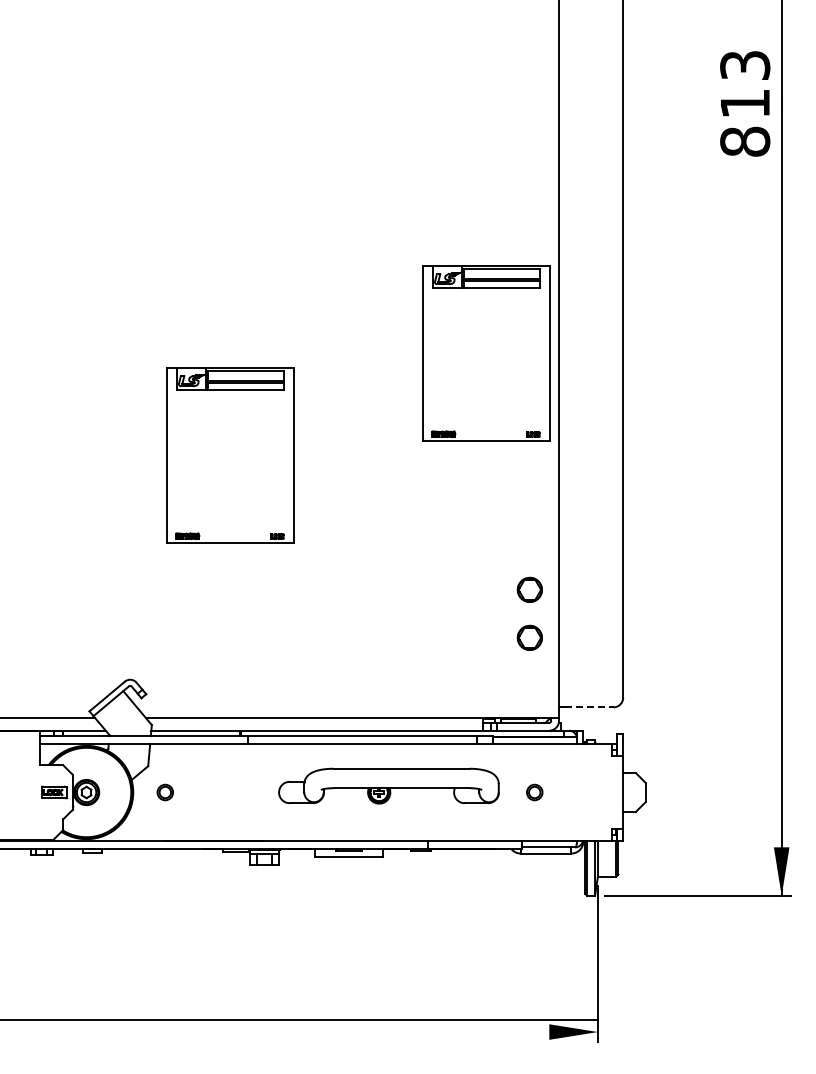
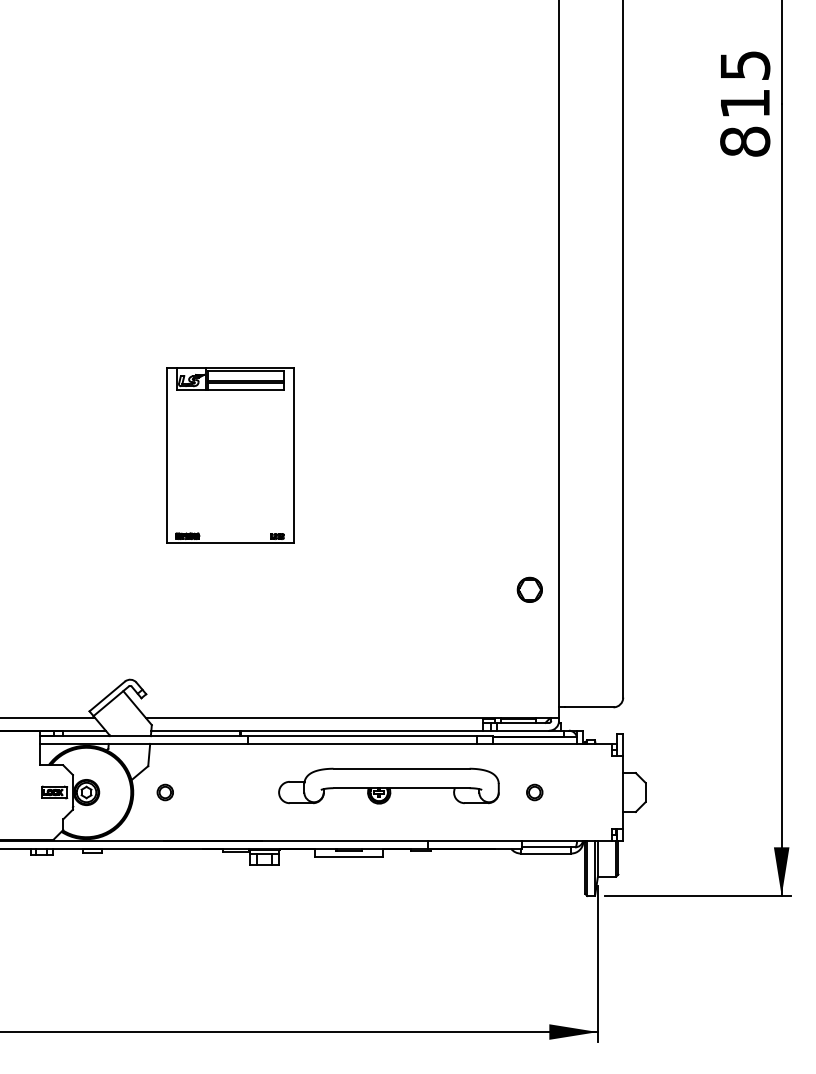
text at (744, 65): 813 -> 815
part at (486, 353): present -> none
part at (529, 637): present -> none
line at (589, 707): dashed -> solid
line at (299, 1020) position: (299, 1020) -> (299, 1032)
